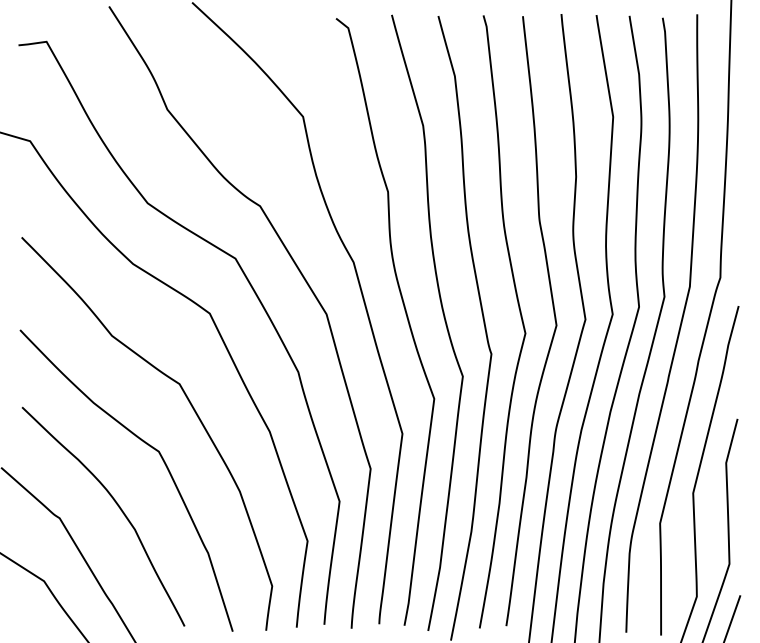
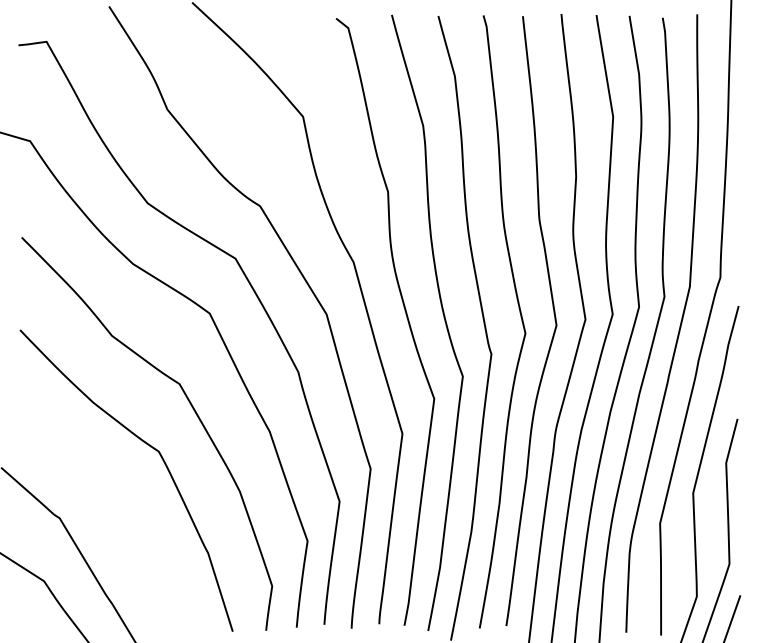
curve at (118, 507): present -> none
